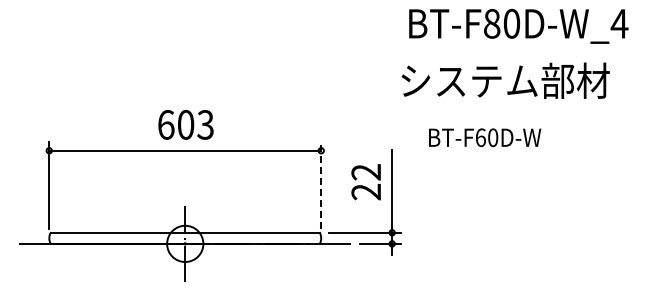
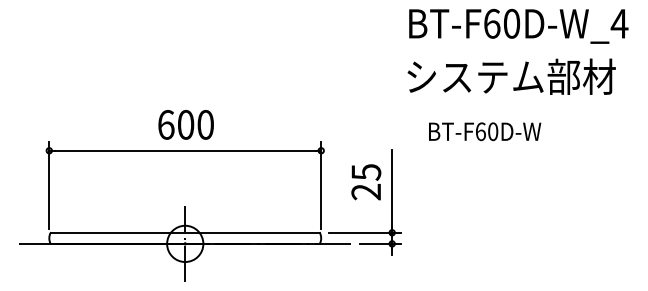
text at (492, 23): BT-F80D-W_4 -> BT-F60D-W_4
text at (505, 80) position: (505, 80) -> (511, 76)
text at (205, 124): 603 -> 600
text at (485, 137) position: (485, 137) -> (485, 131)
text at (366, 172): 22 -> 25
line at (321, 185): dashed -> solid
